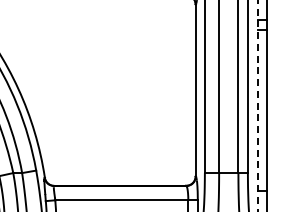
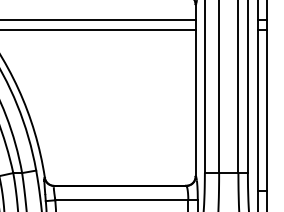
line at (98, 19): none -> present
line at (98, 30): none -> present
line at (257, 106): dashed -> solid
